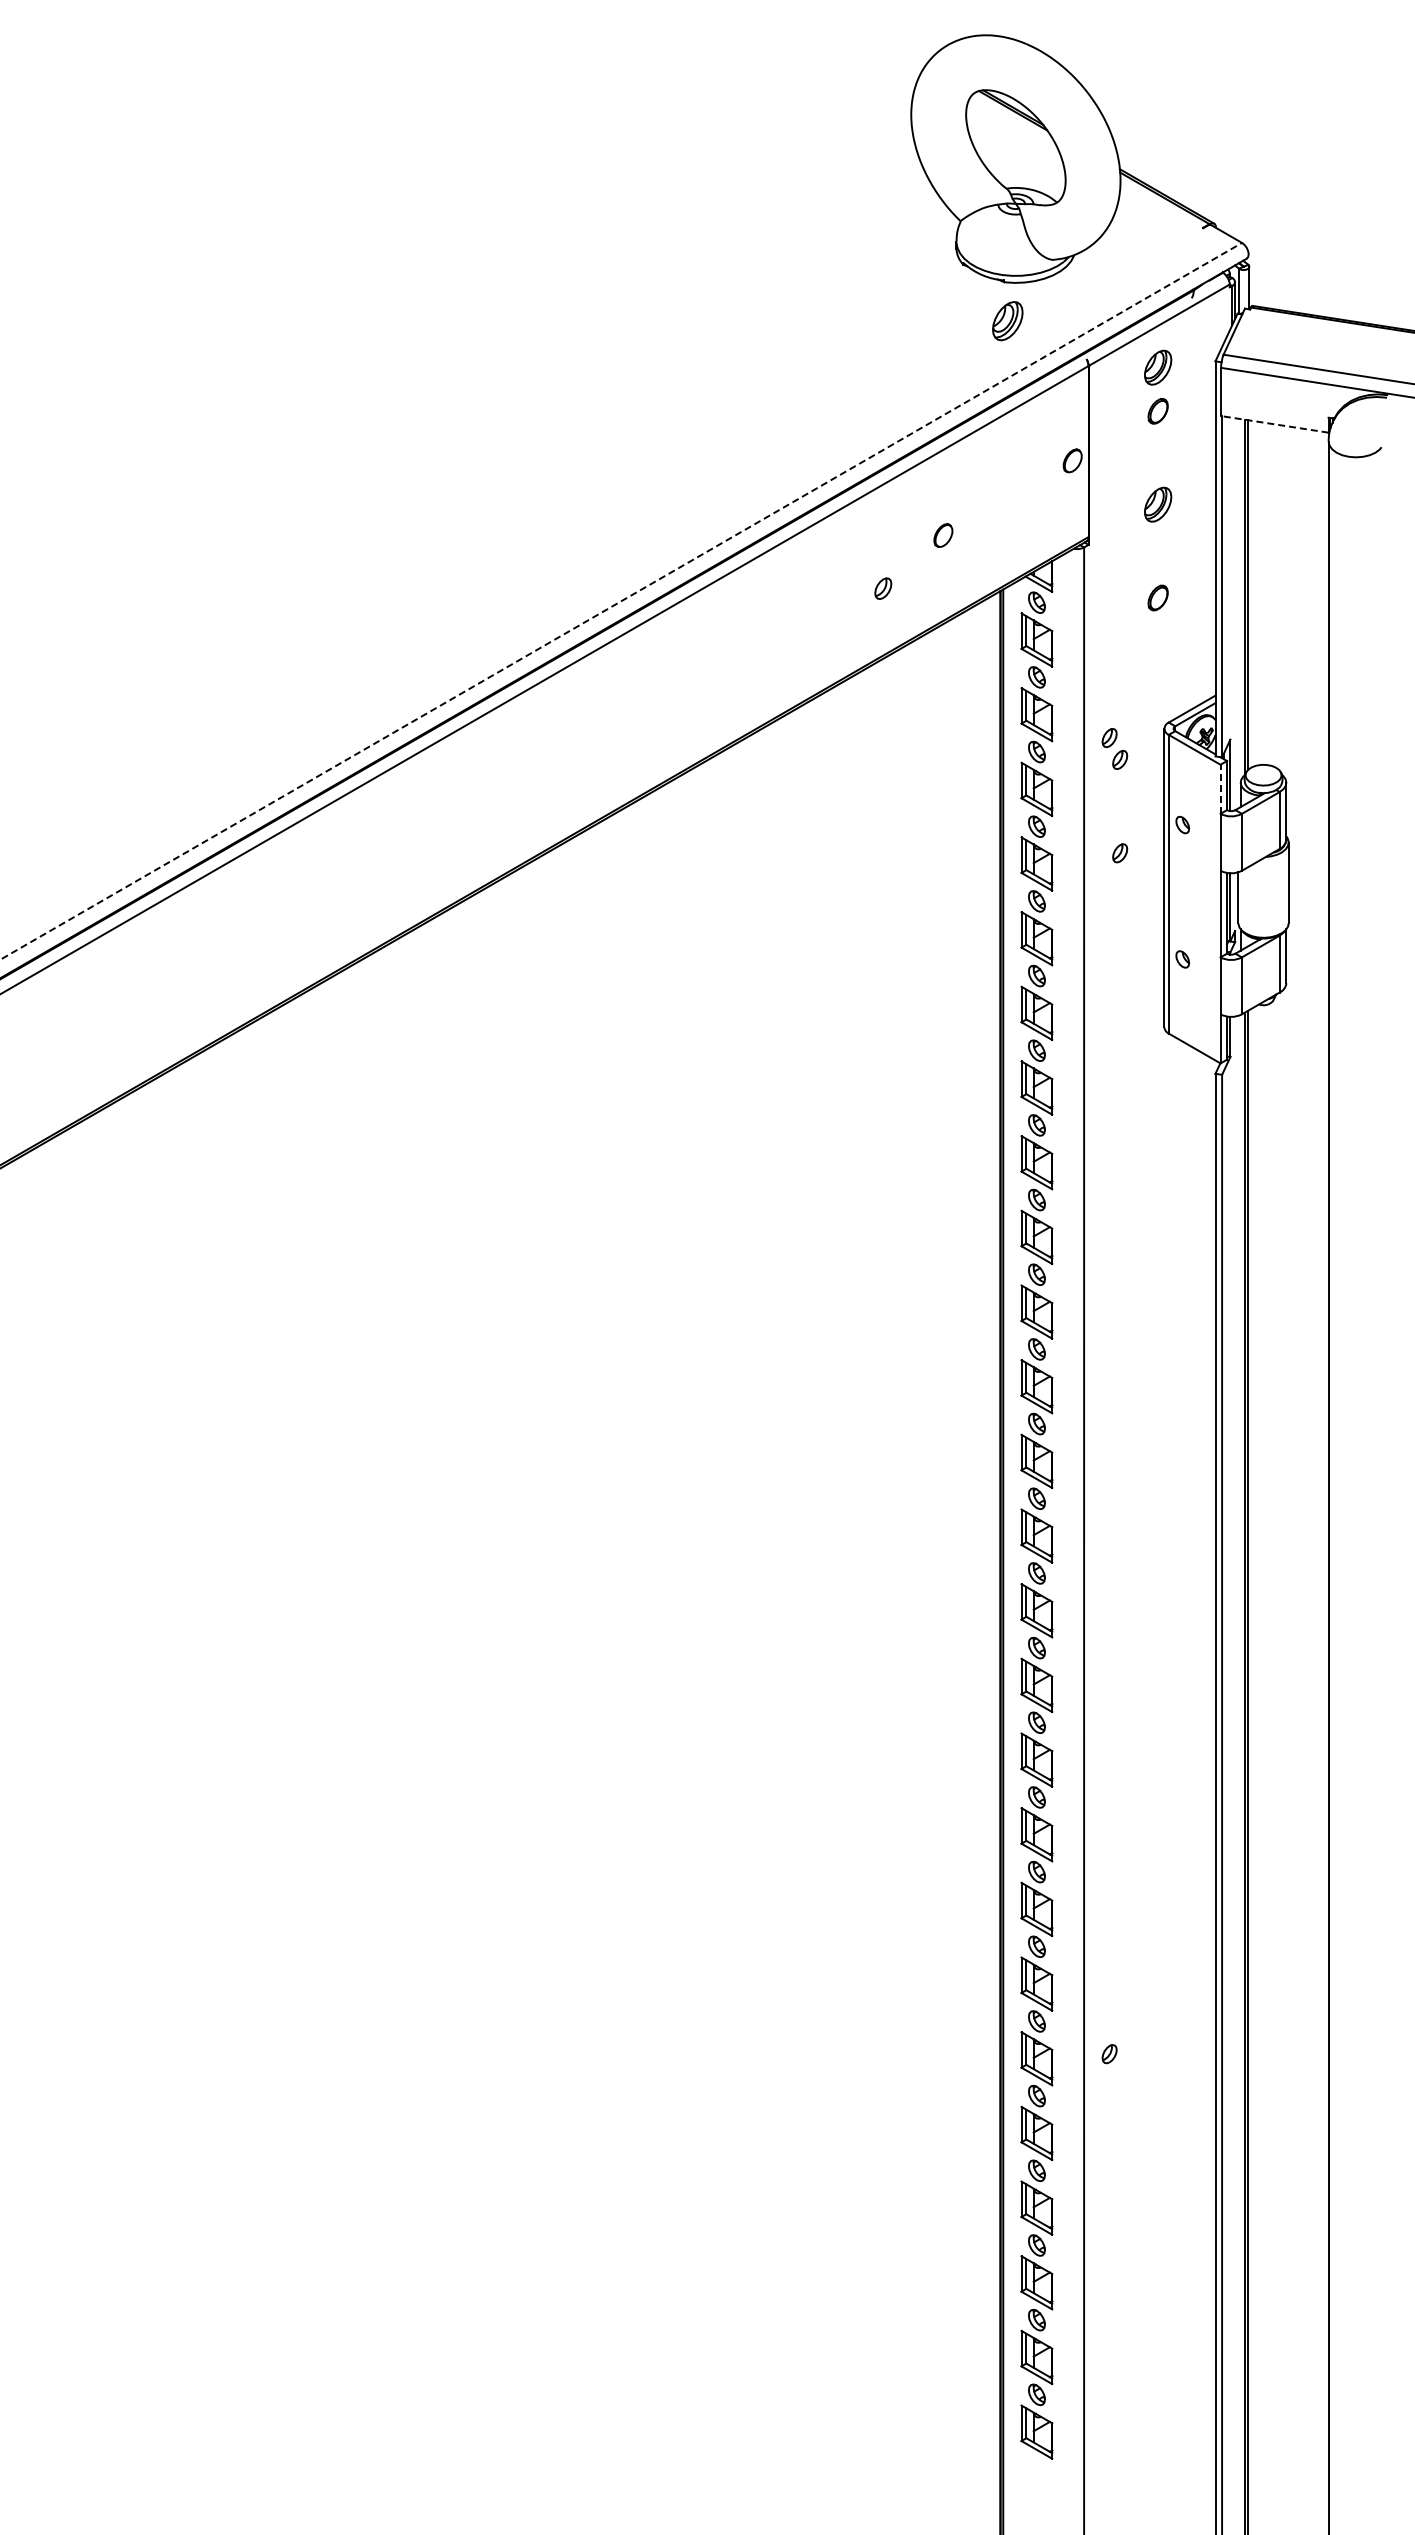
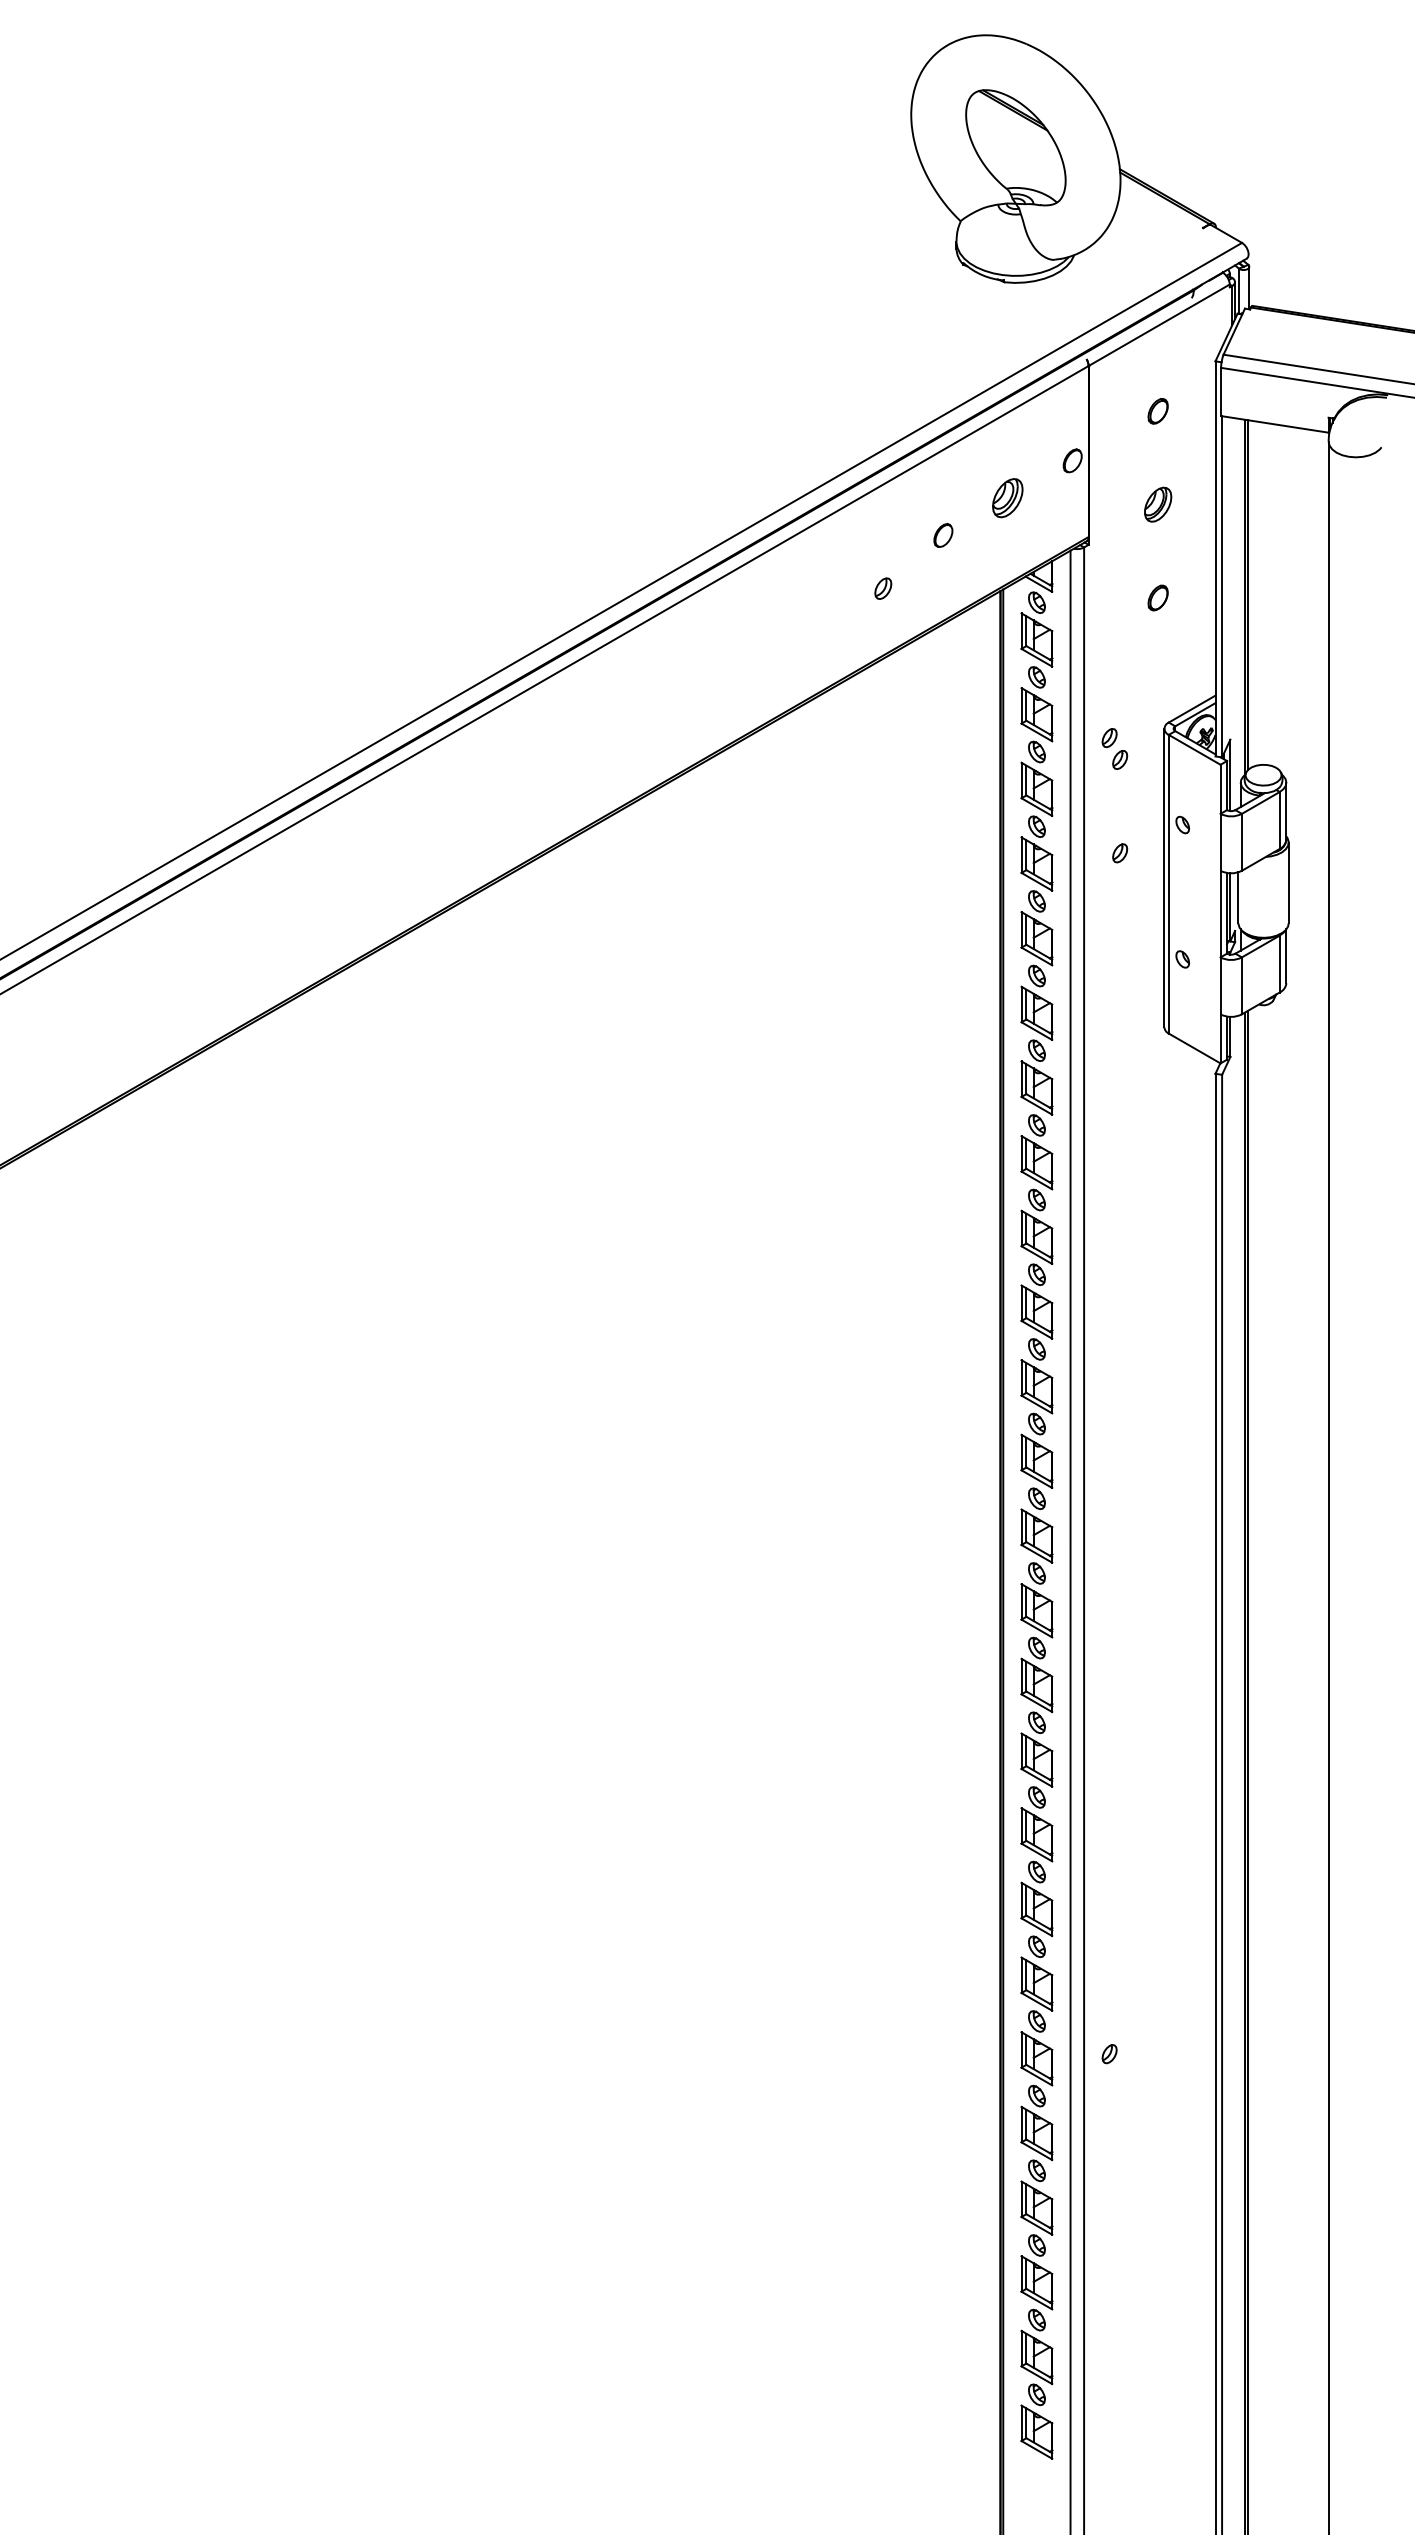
part at (1007, 321) position: (1007, 321) -> (1007, 498)
part at (1158, 367): present -> none
line at (1274, 424): dashed -> solid
line at (621, 601): dashed -> solid
line at (1220, 789): dashed -> solid
line at (1070, 1540): none -> present
